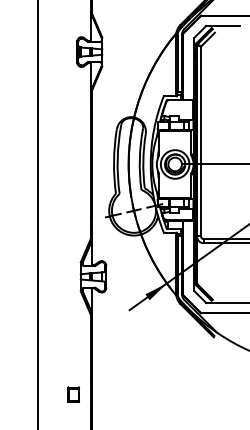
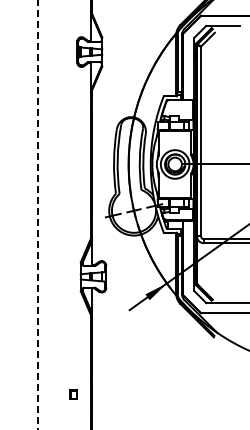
line at (38, 214): solid -> dashed
part at (73, 394) size: 13x17 px -> 9x11 px
